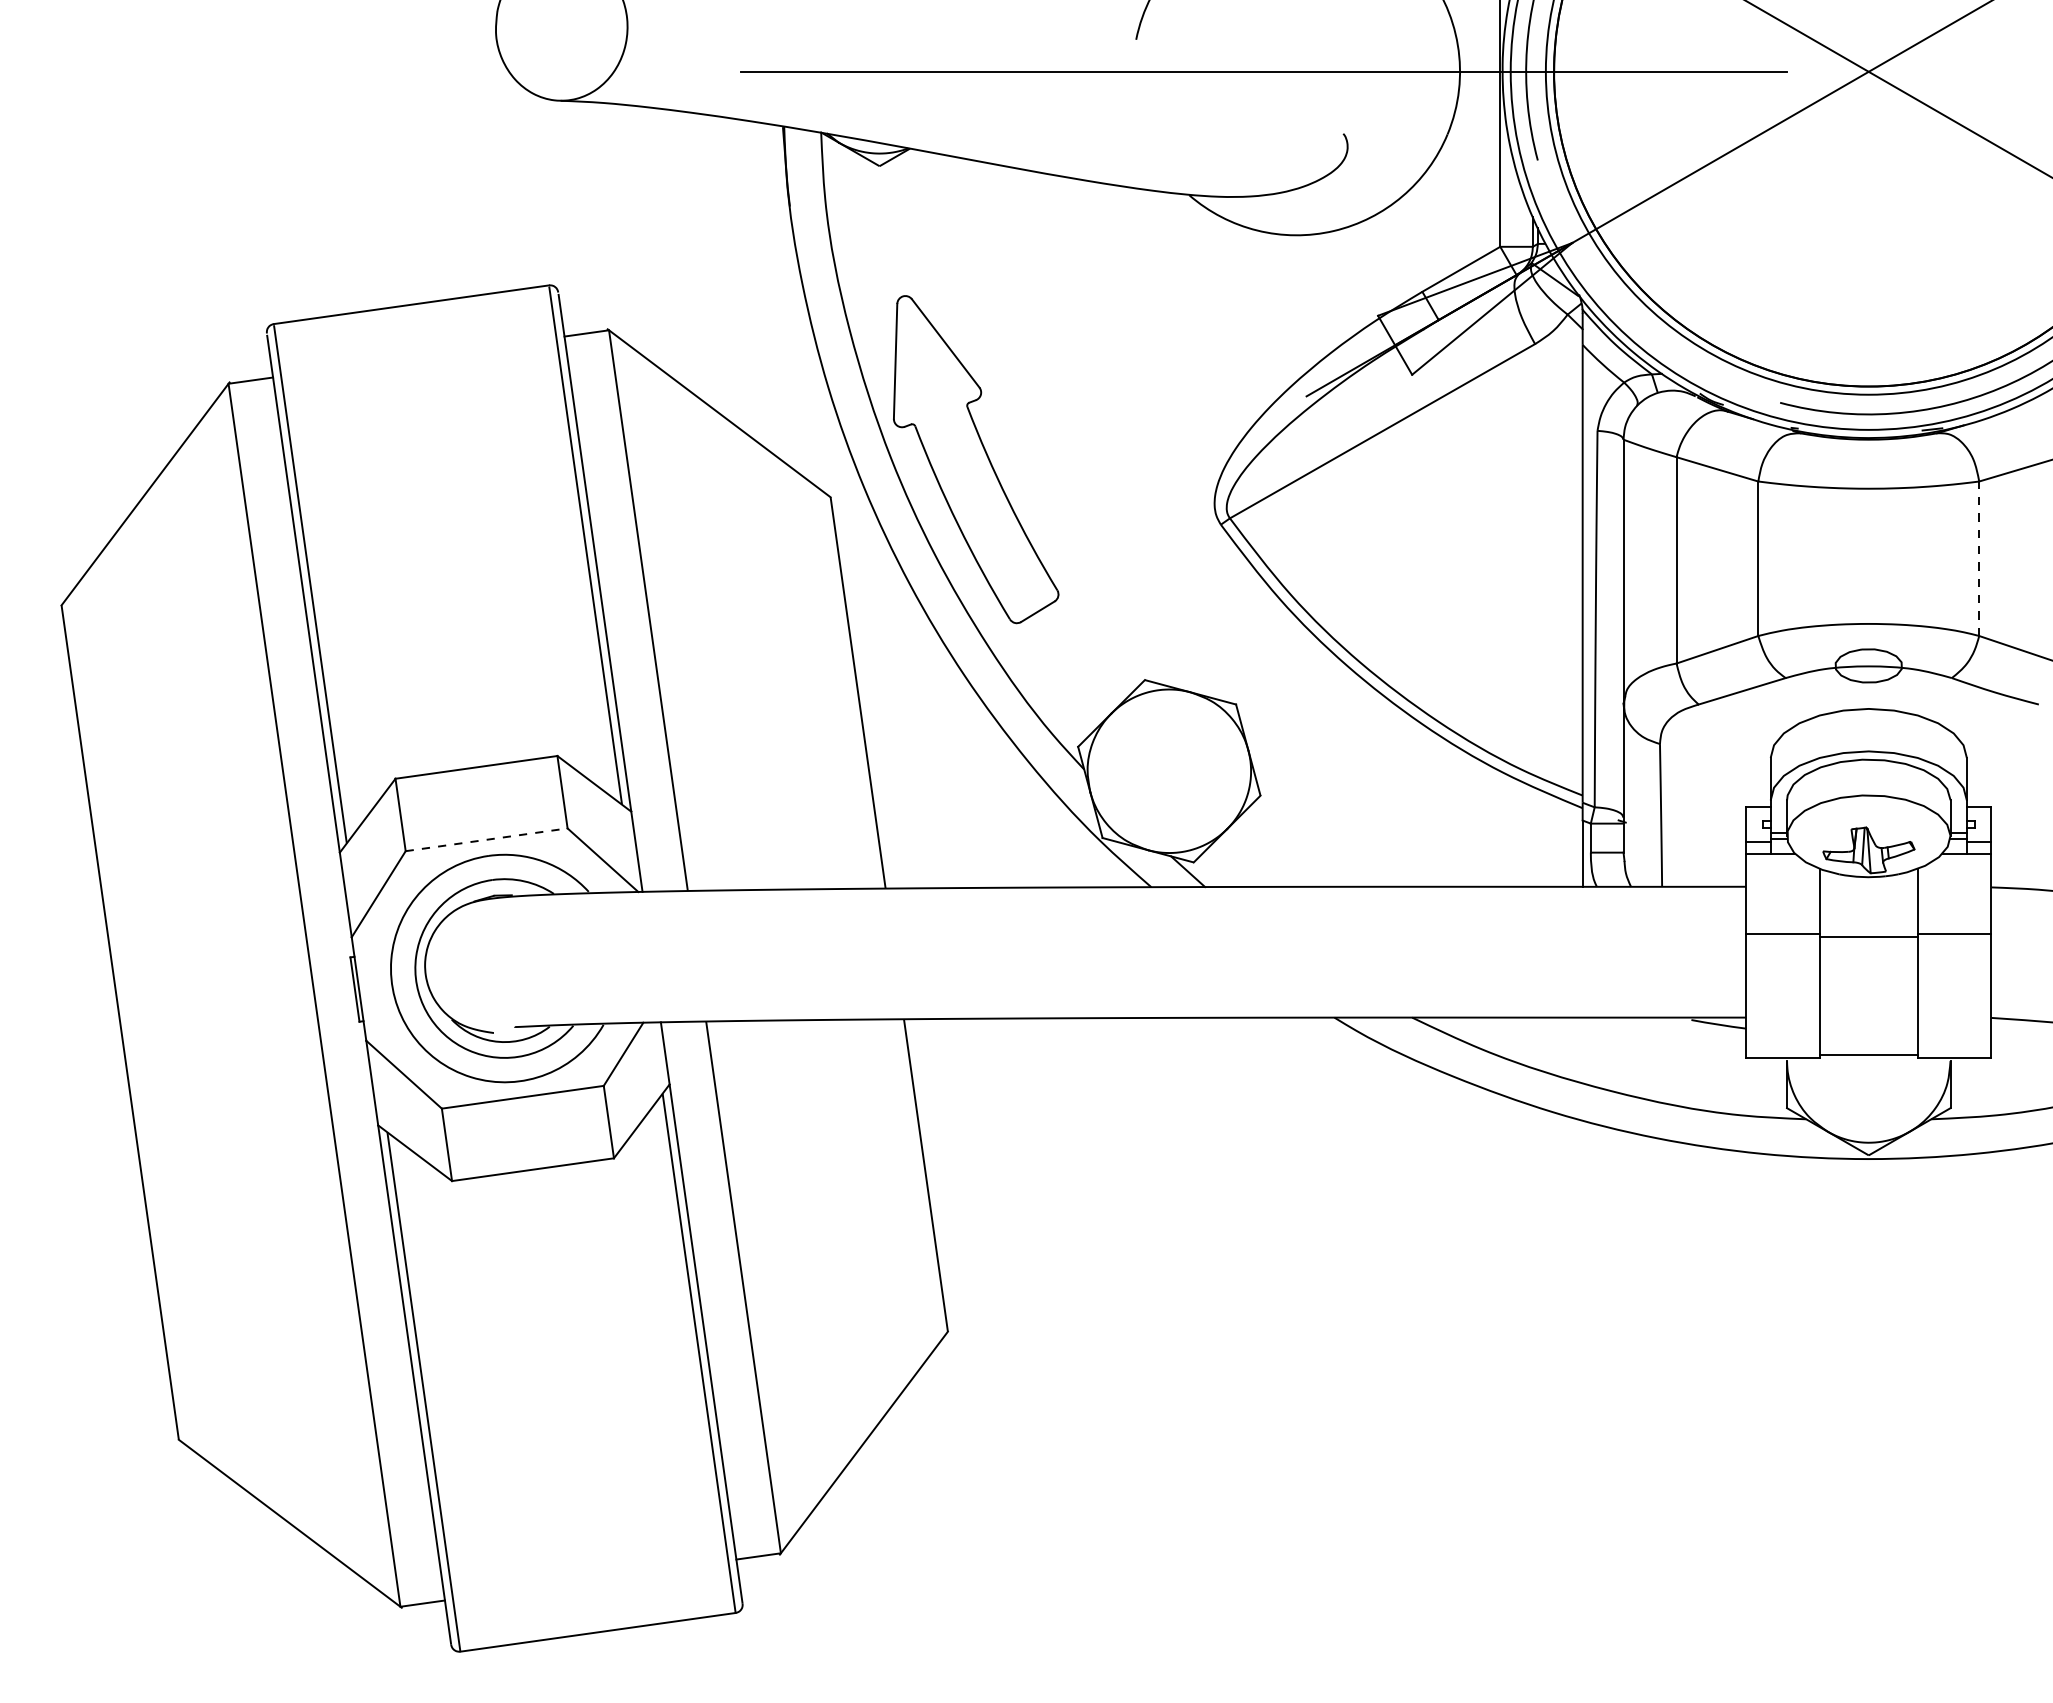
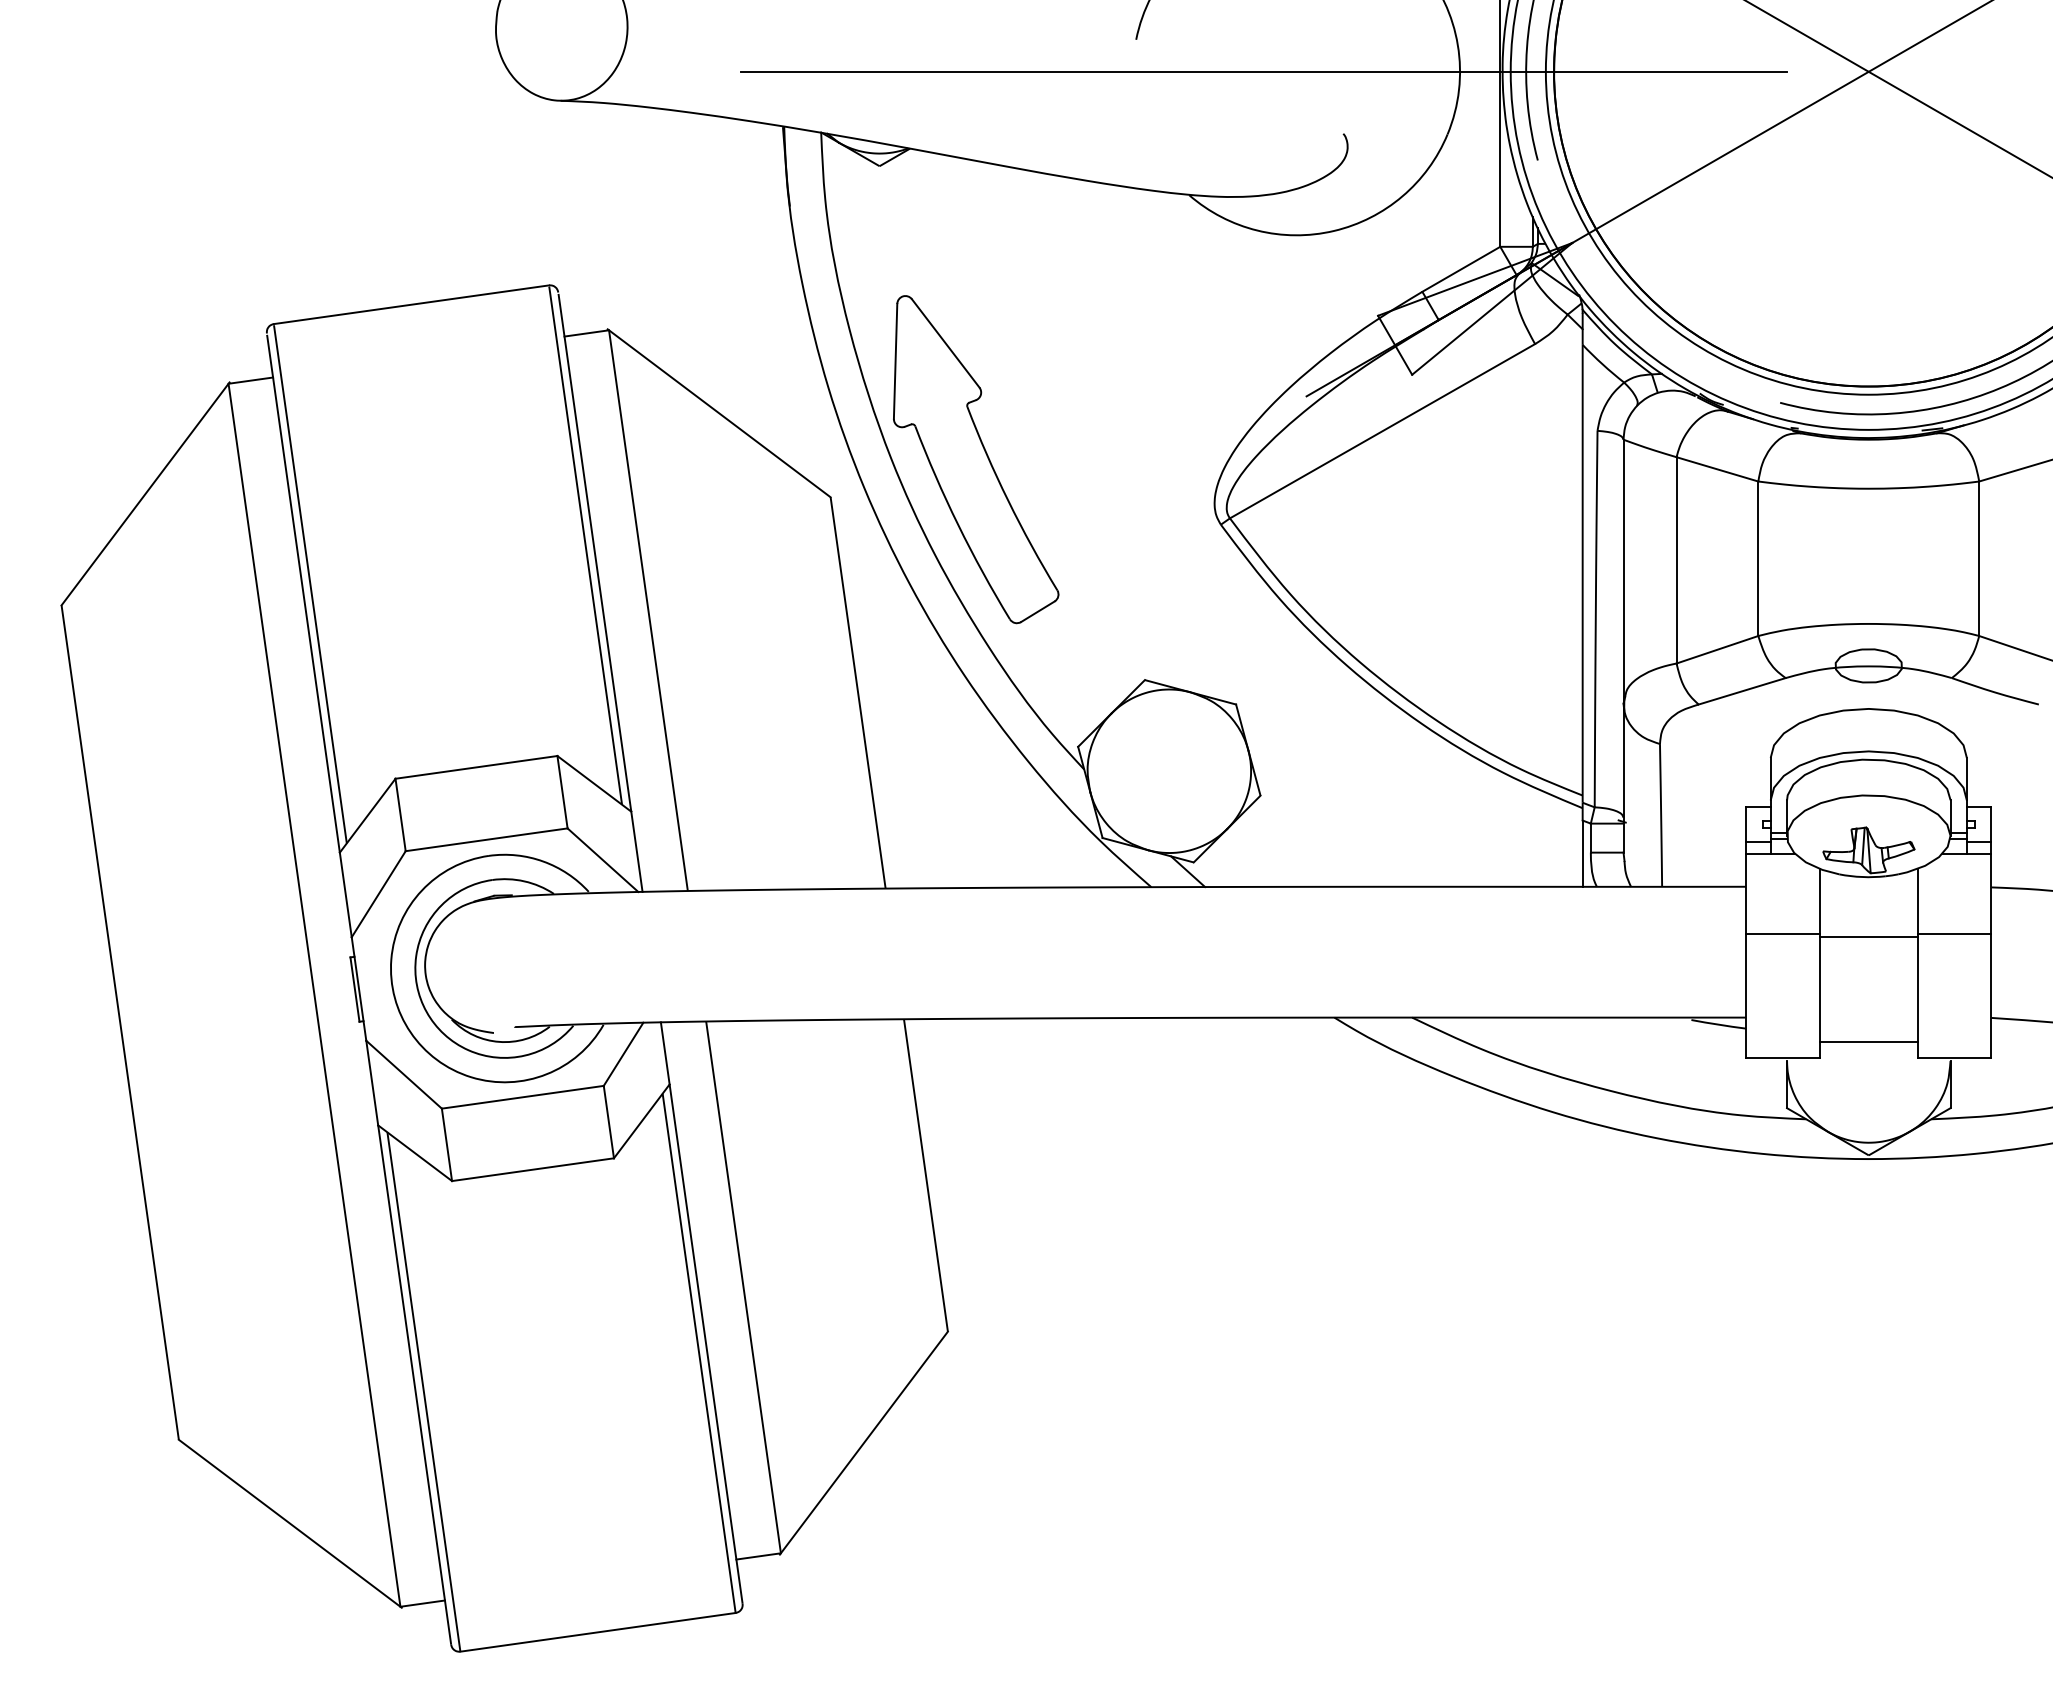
line at (1979, 558): dashed -> solid
line at (486, 839): dashed -> solid
line at (1868, 1055) position: (1868, 1055) -> (1868, 1042)
